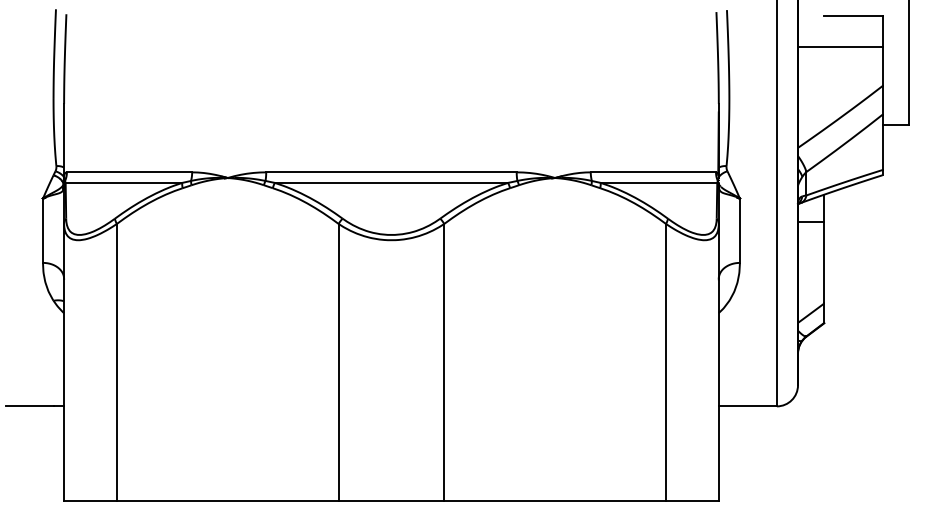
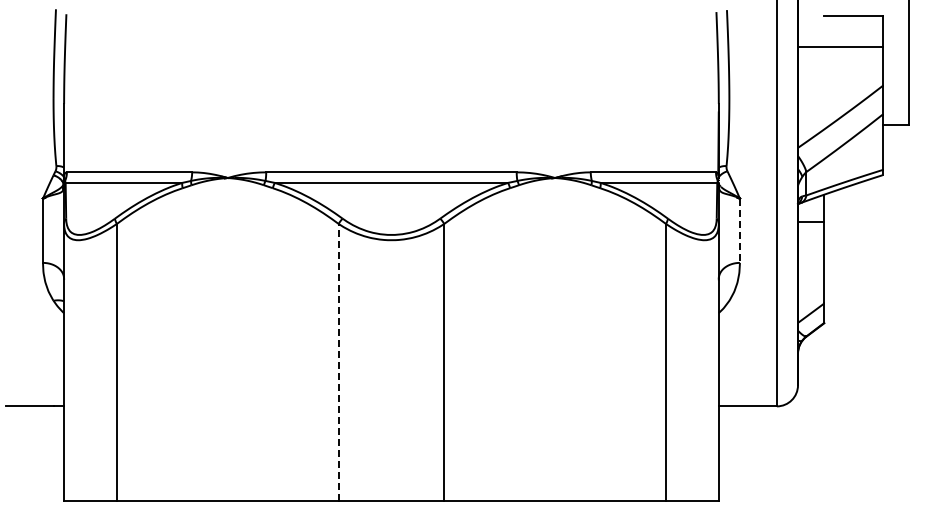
line at (739, 231): solid -> dashed
line at (338, 362): solid -> dashed
